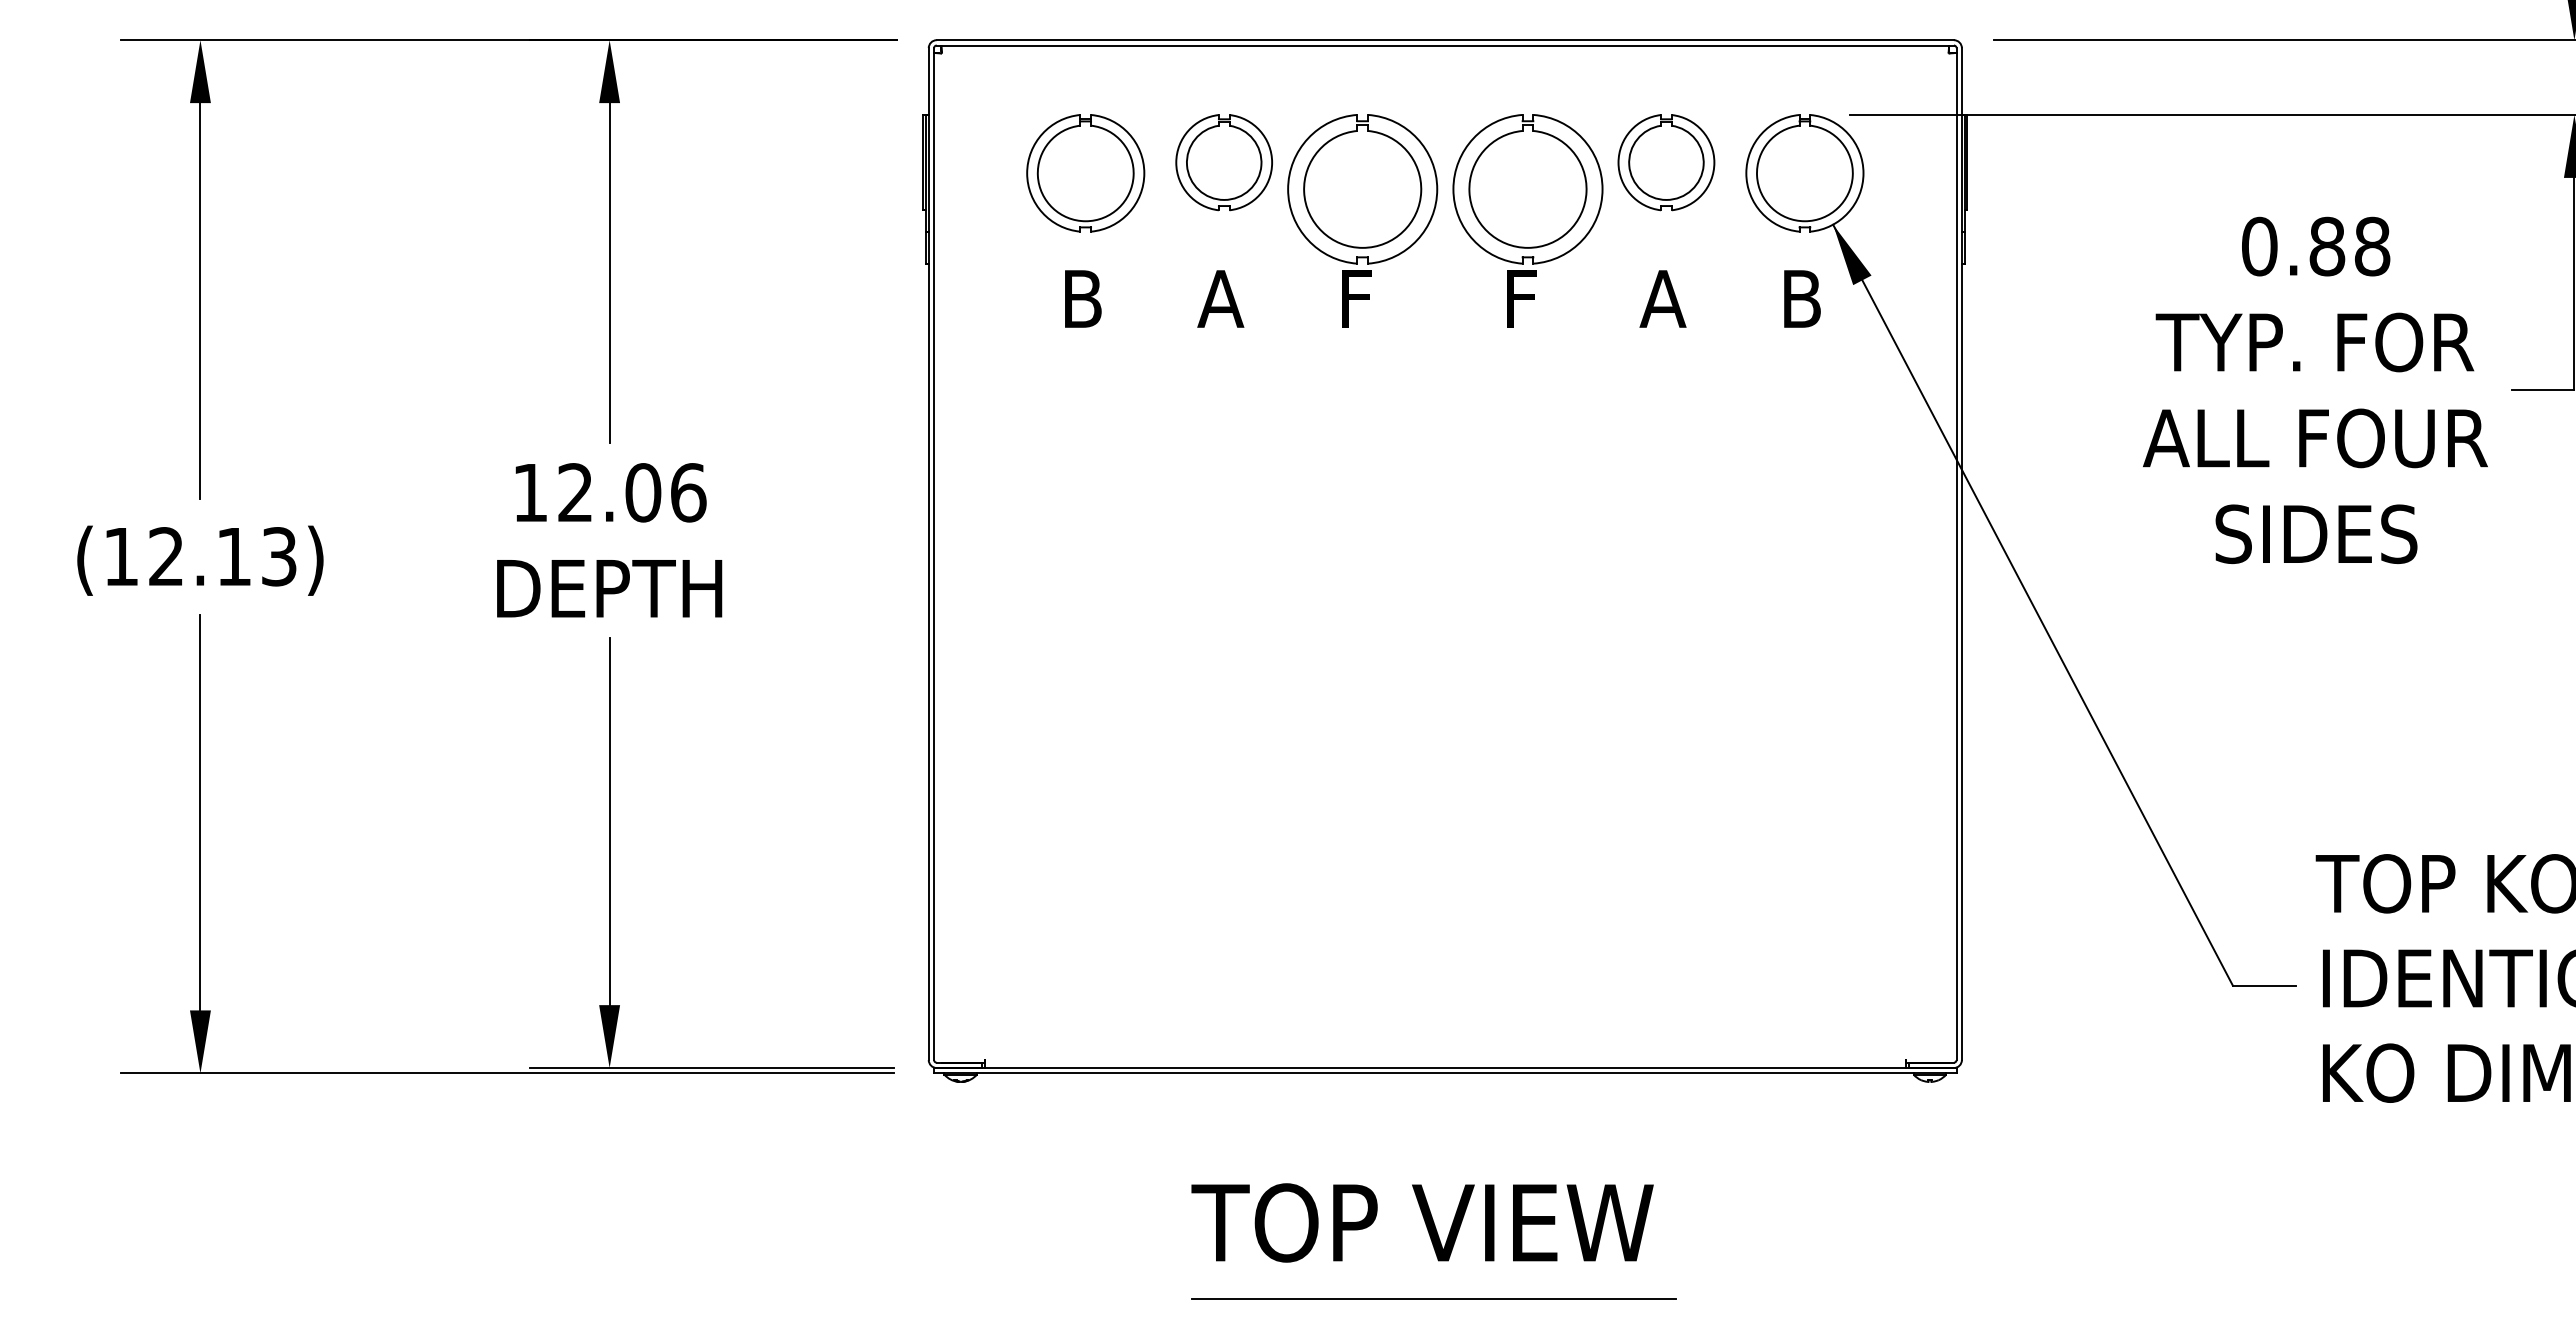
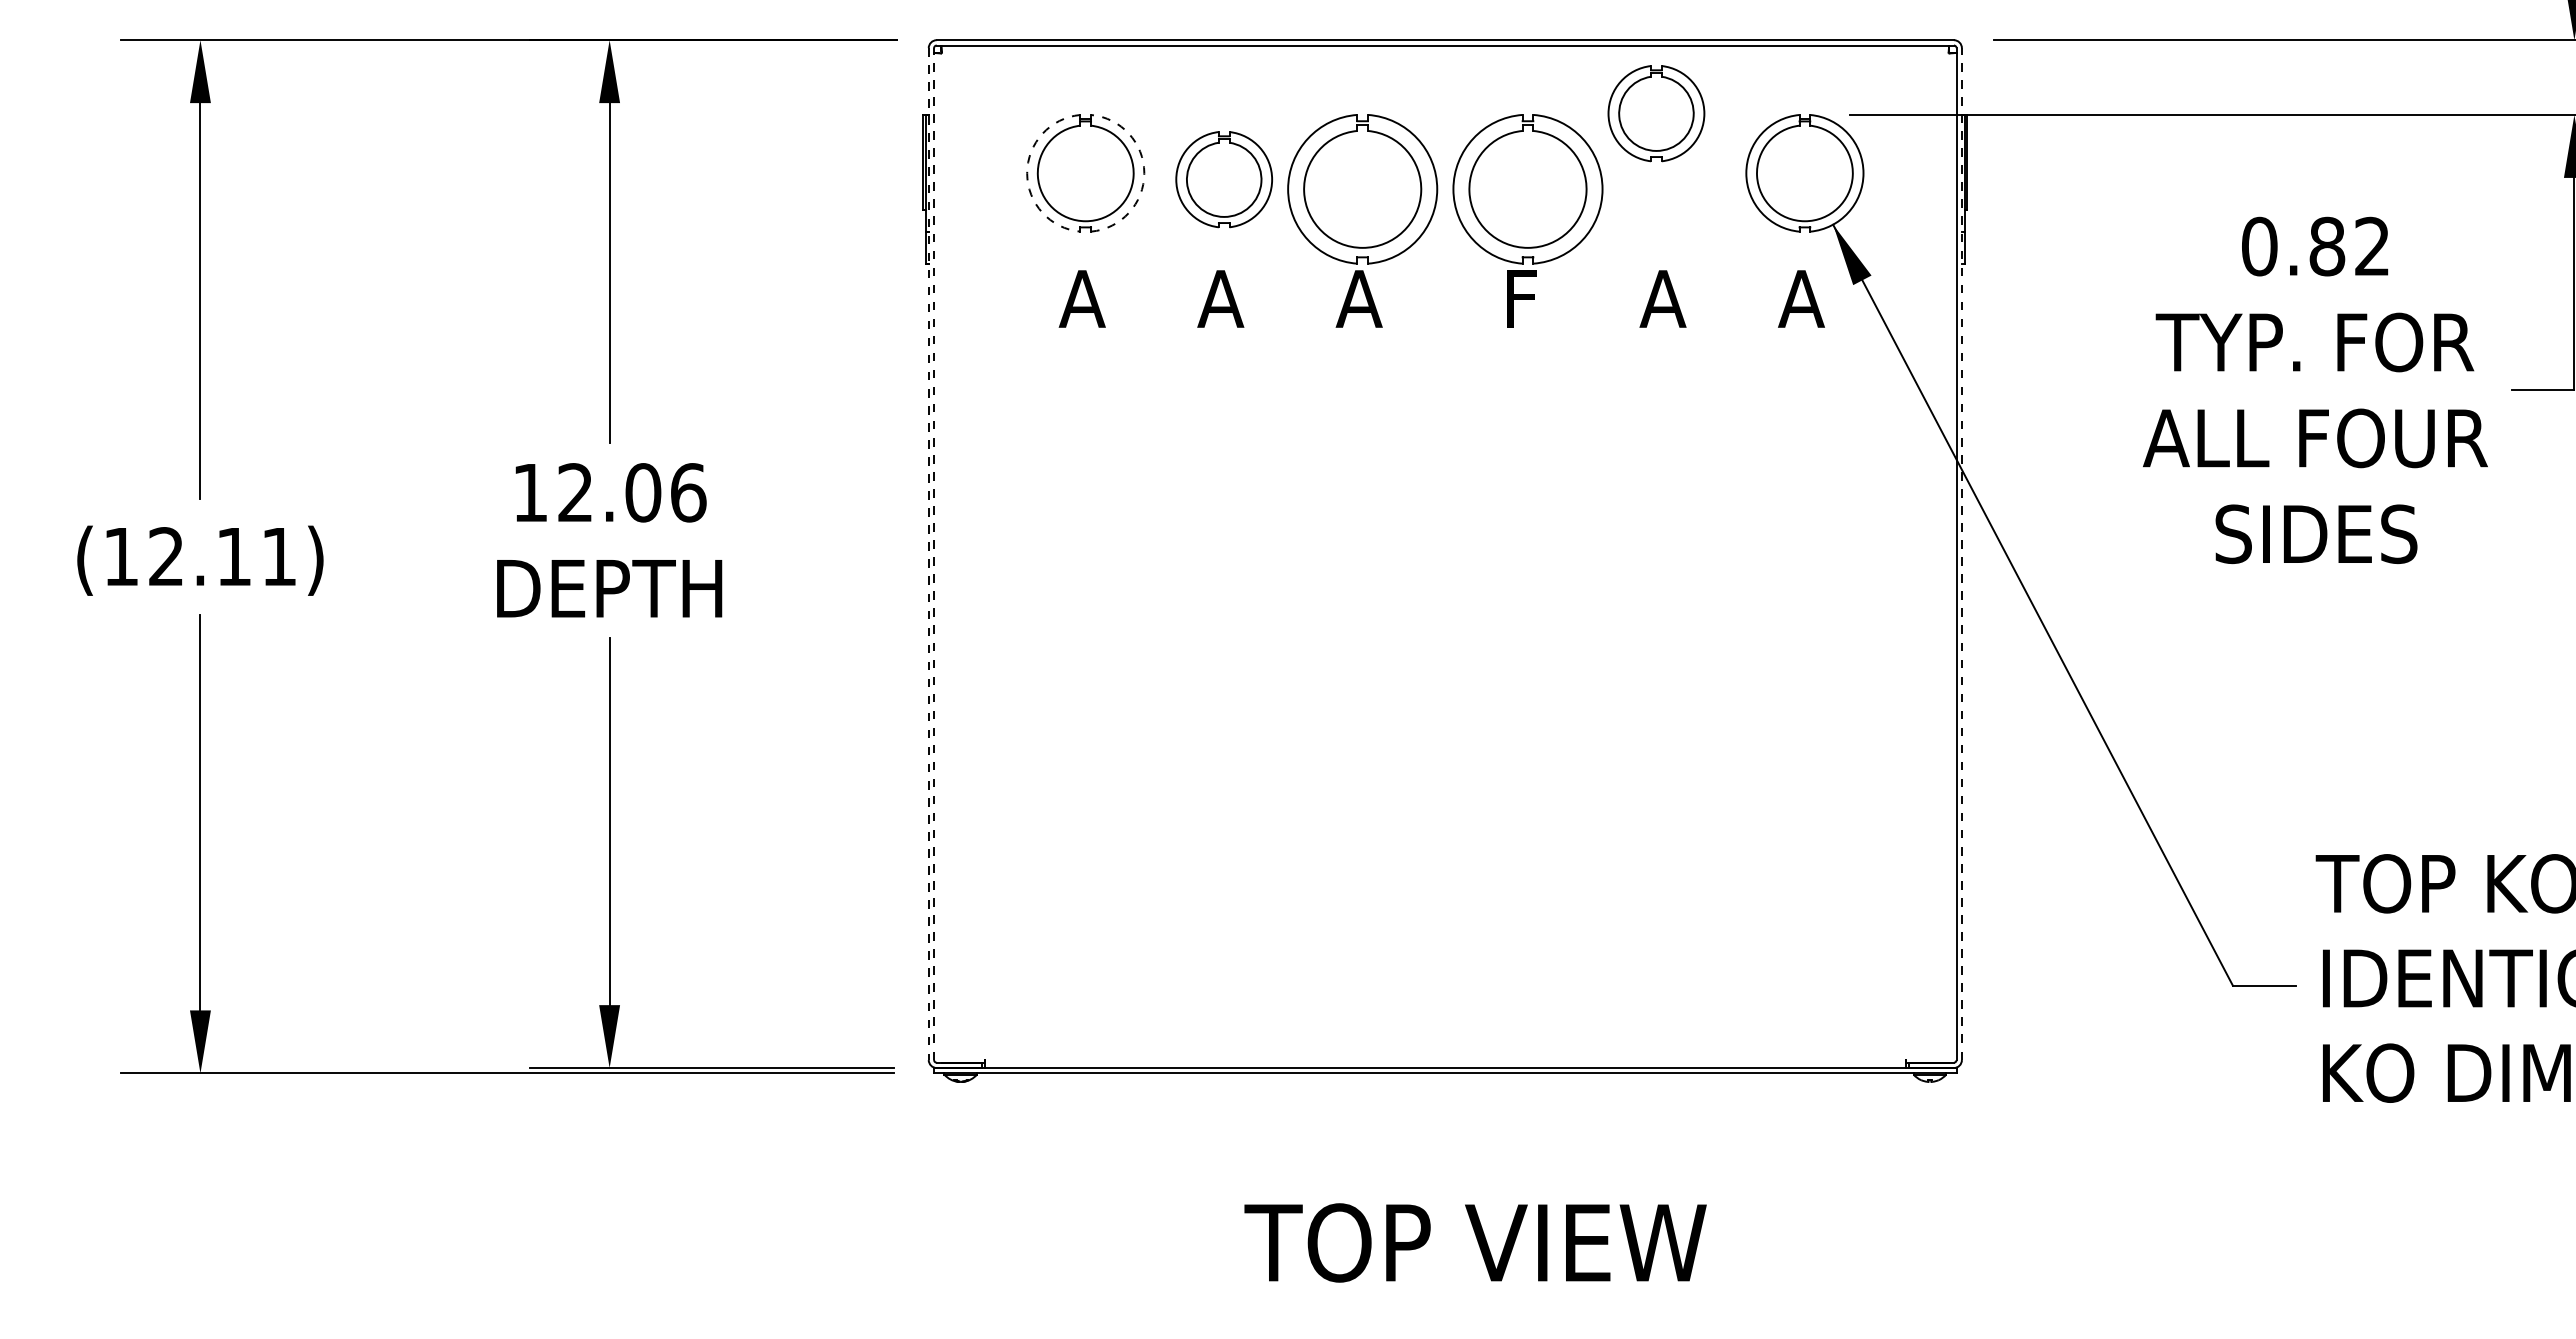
part at (1223, 162) position: (1223, 162) -> (1223, 179)
part at (1666, 162) position: (1666, 162) -> (1656, 113)
arc at (1027, 173): solid -> dashed
arc at (1144, 173): solid -> dashed
text at (2372, 246): 0.88 -> 0.82
text at (1081, 298): B -> A
text at (1358, 298): F -> A
text at (1801, 298): B -> A
line at (928, 554): solid -> dashed
line at (934, 554): solid -> dashed
line at (1961, 554): solid -> dashed
text at (279, 556): (12.13) -> (12.11)
text at (1422, 1222) position: (1422, 1222) -> (1475, 1242)
line at (1433, 1298): present -> none
